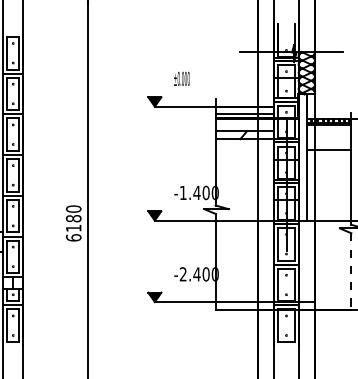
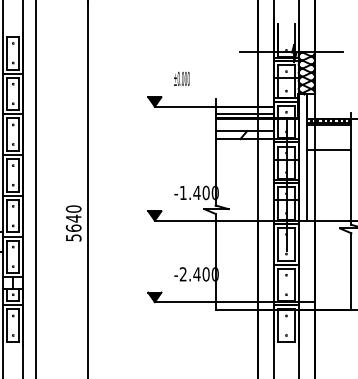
line at (35, 188): none -> present
text at (73, 227): 6180 -> 5640
line at (351, 272): dashed -> solid
